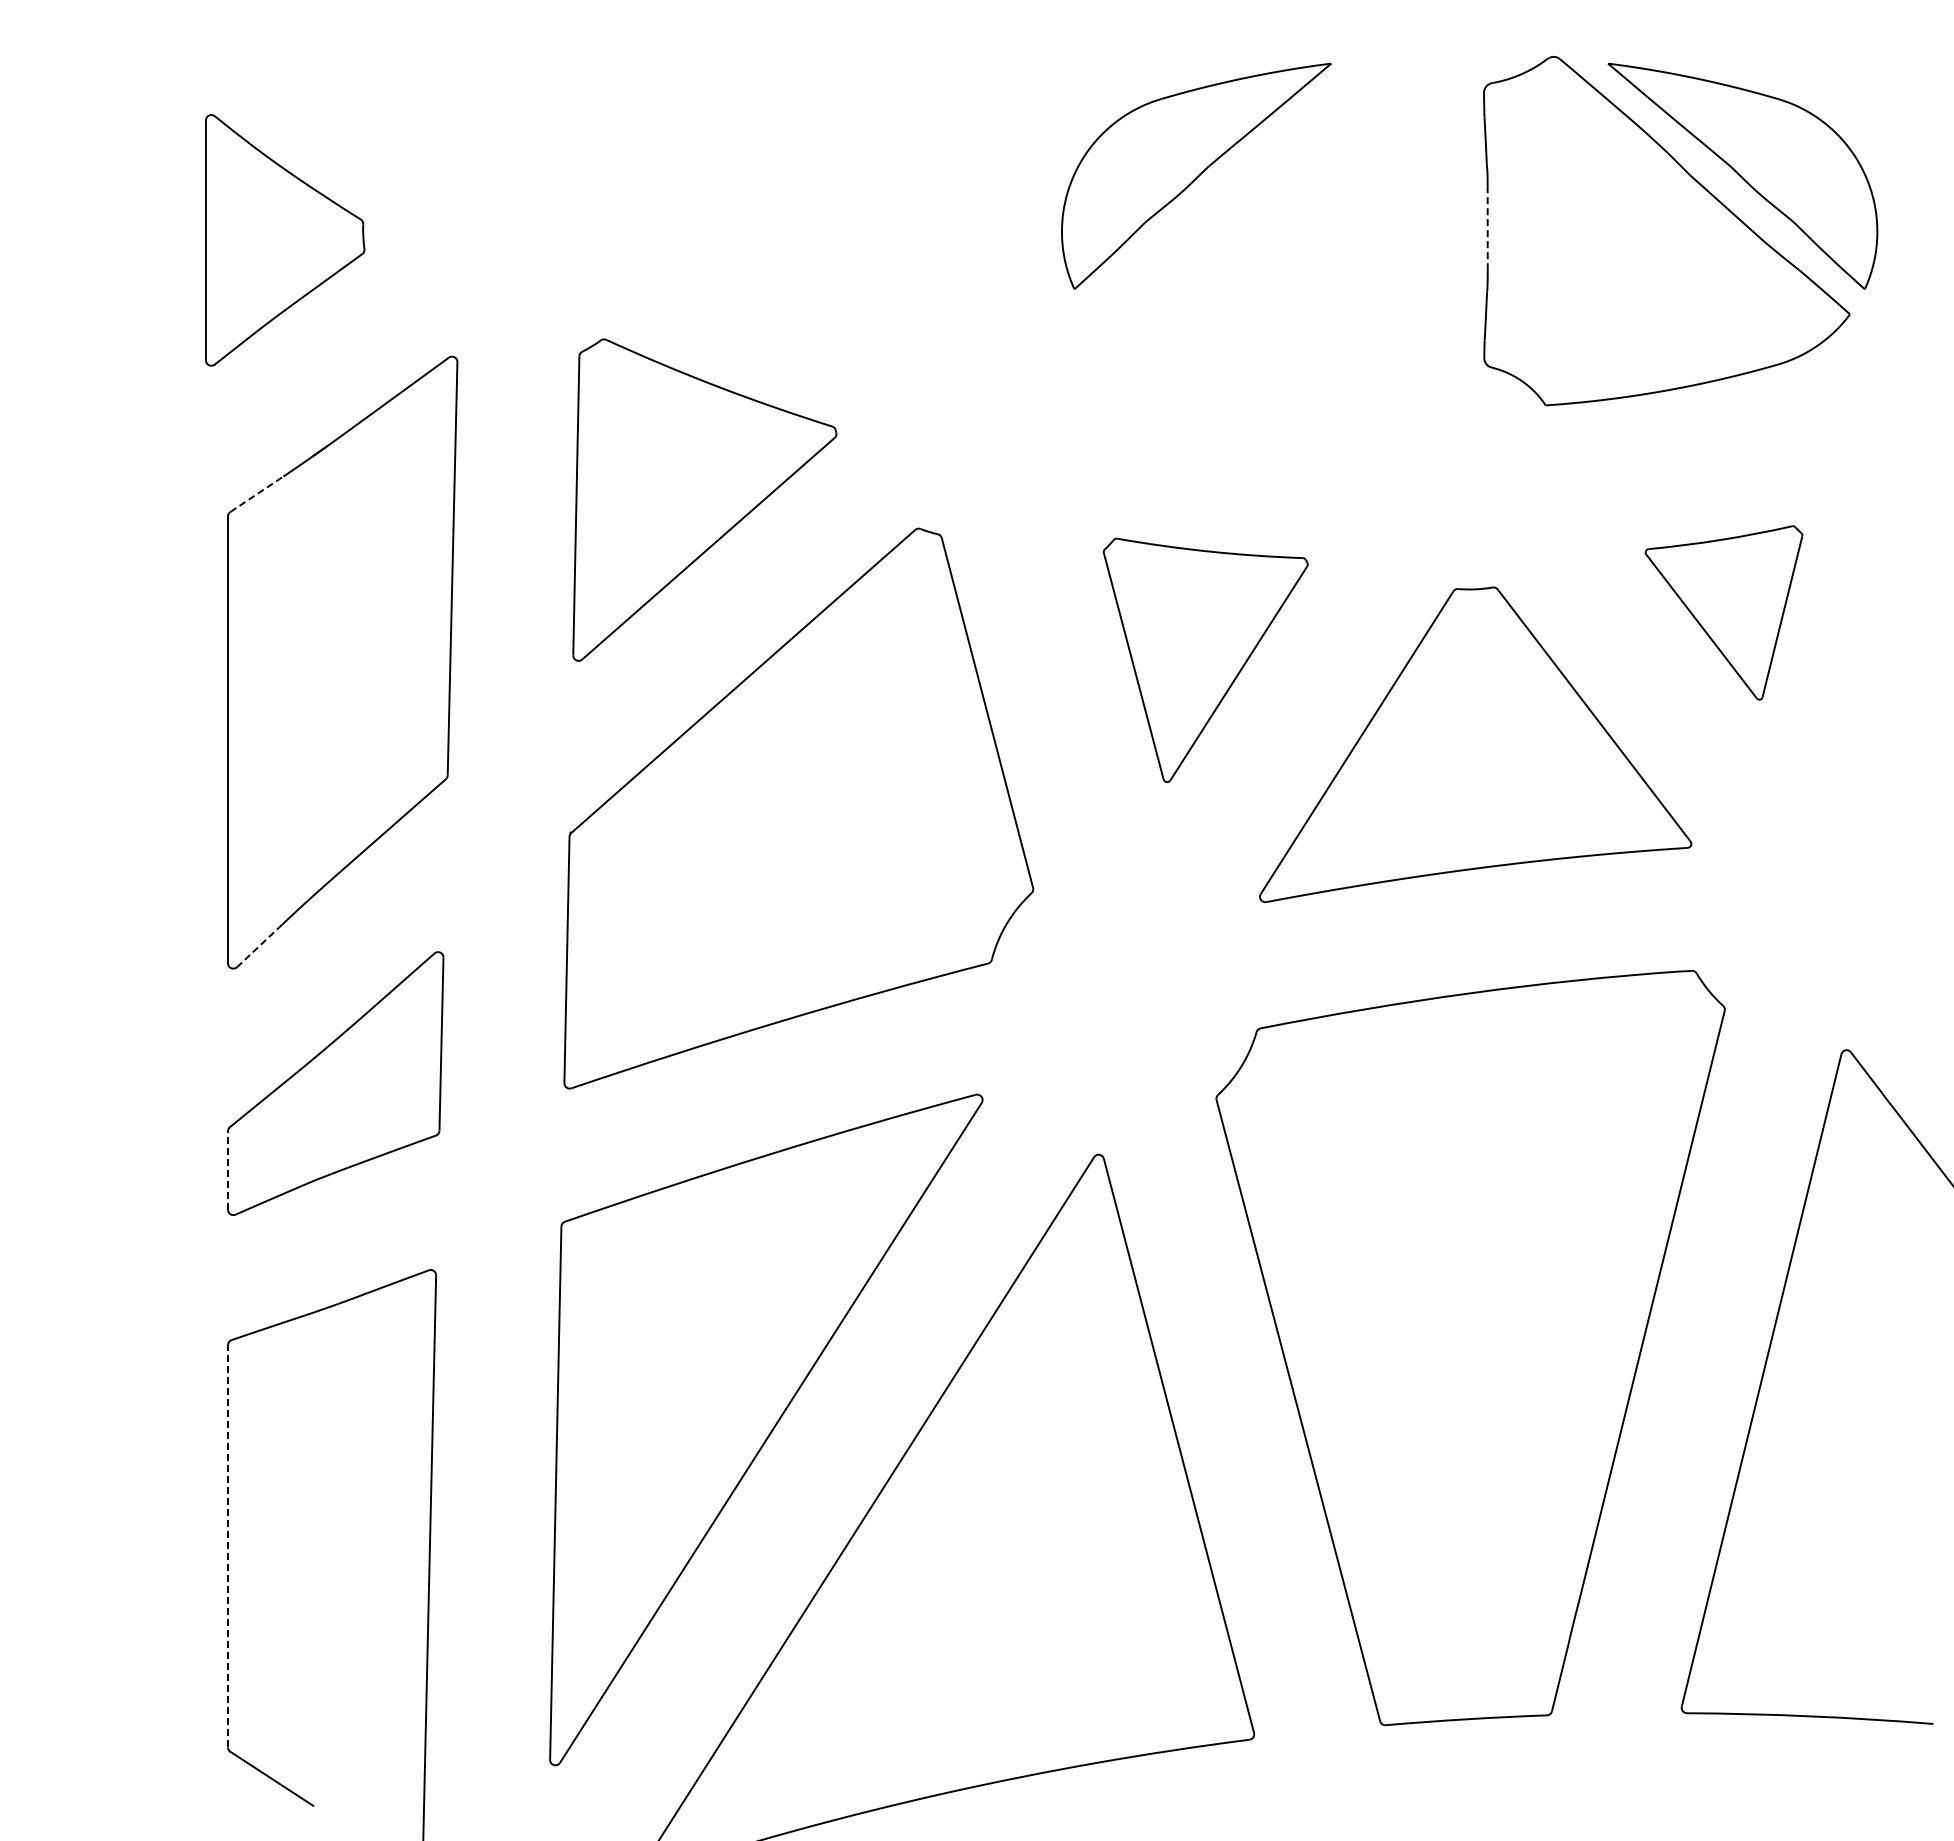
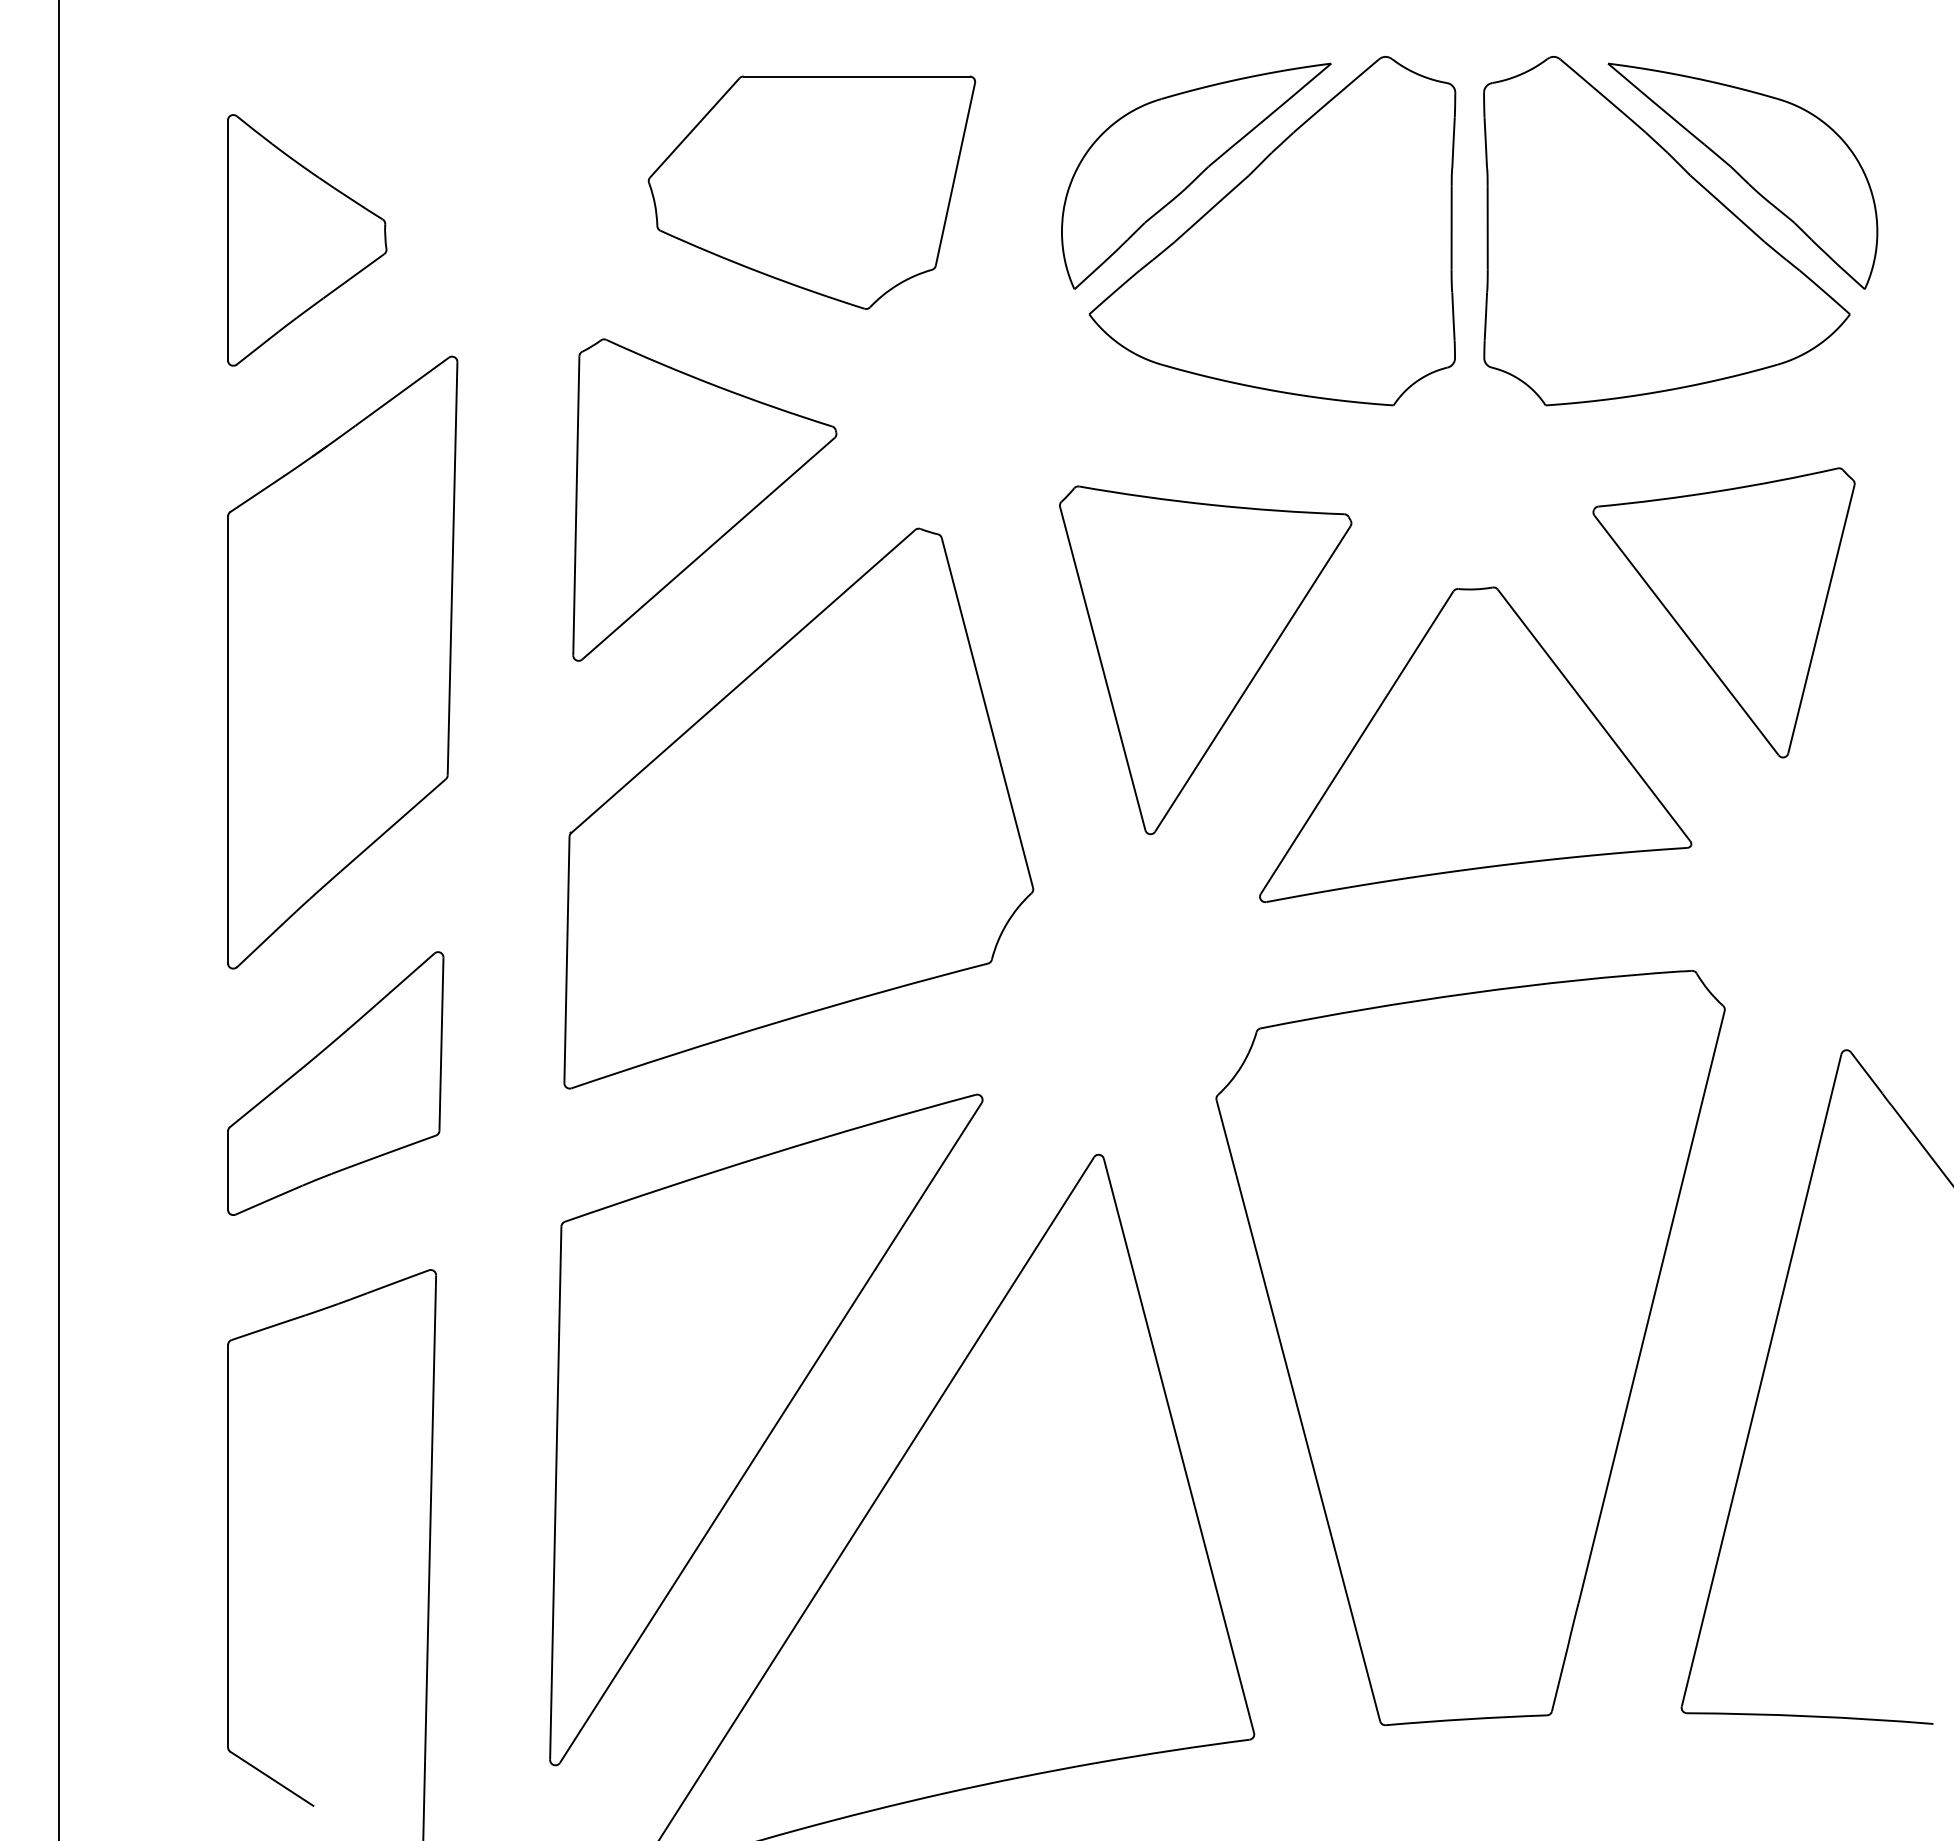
part at (811, 192): none -> present
line at (1487, 227): dashed -> solid
part at (1272, 231): none -> present
part at (285, 240) position: (285, 240) -> (307, 240)
line at (257, 494): dashed -> solid
part at (1723, 612) size: 160x176 px -> 264x292 px
part at (1205, 659) size: 207x246 px -> 294x351 px
line at (58, 919): none -> present
line at (259, 945): dashed -> solid
line at (228, 1170): dashed -> solid
line at (228, 1545): dashed -> solid
